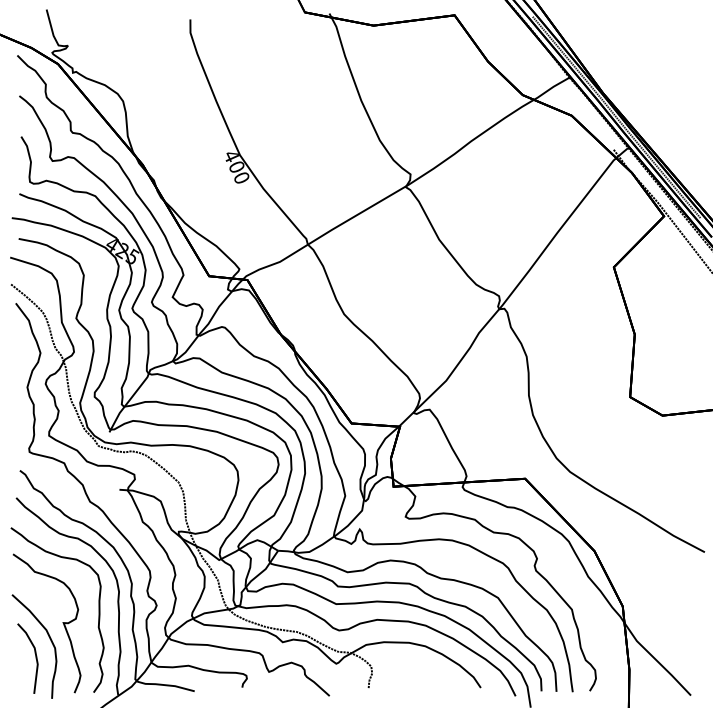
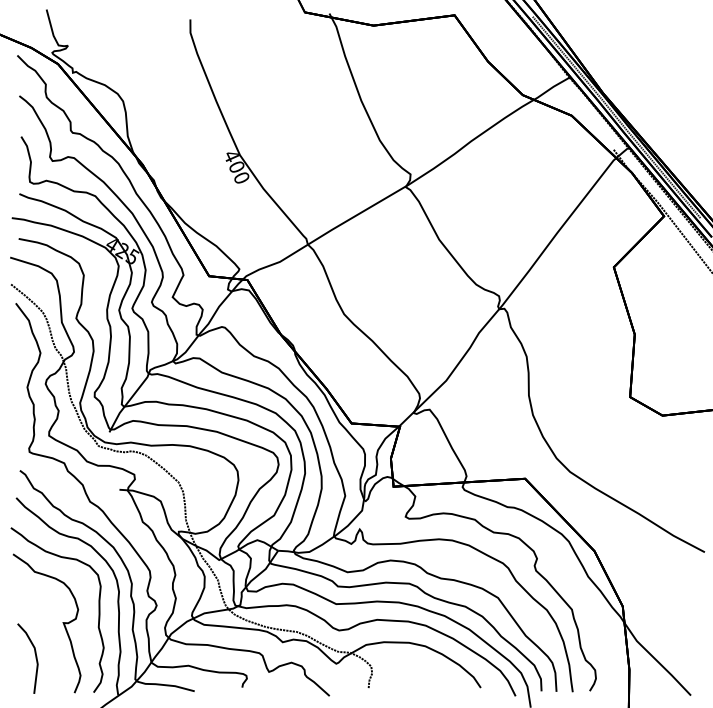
part at (49, 639): present -> none
